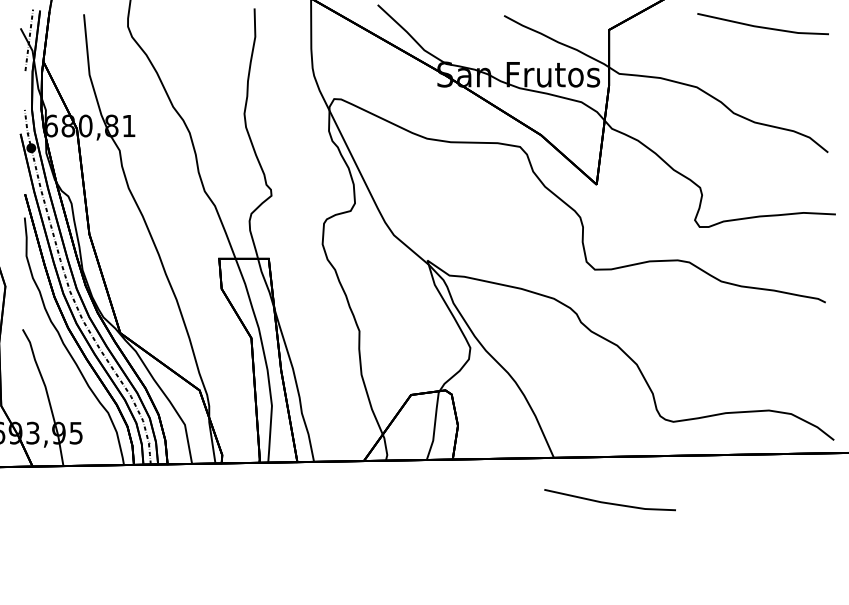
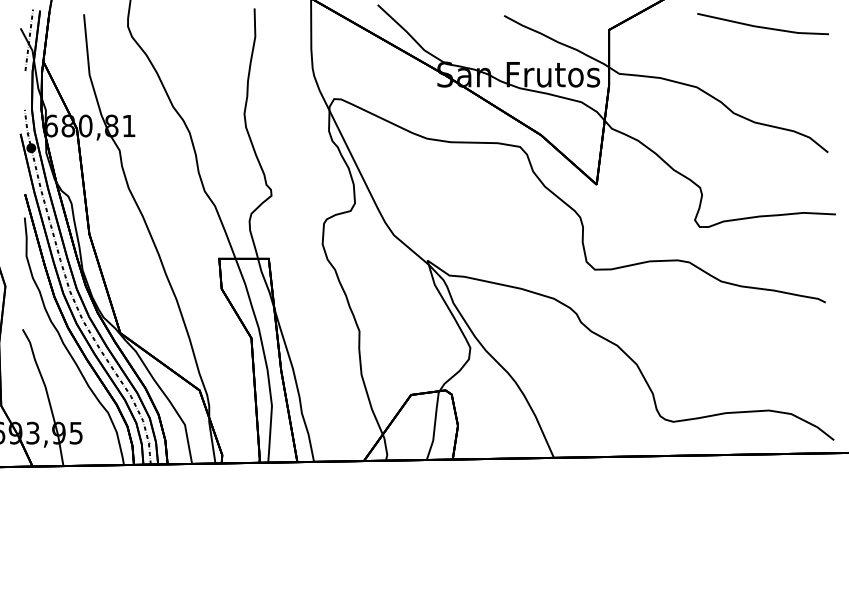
line at (609, 502): present -> none
